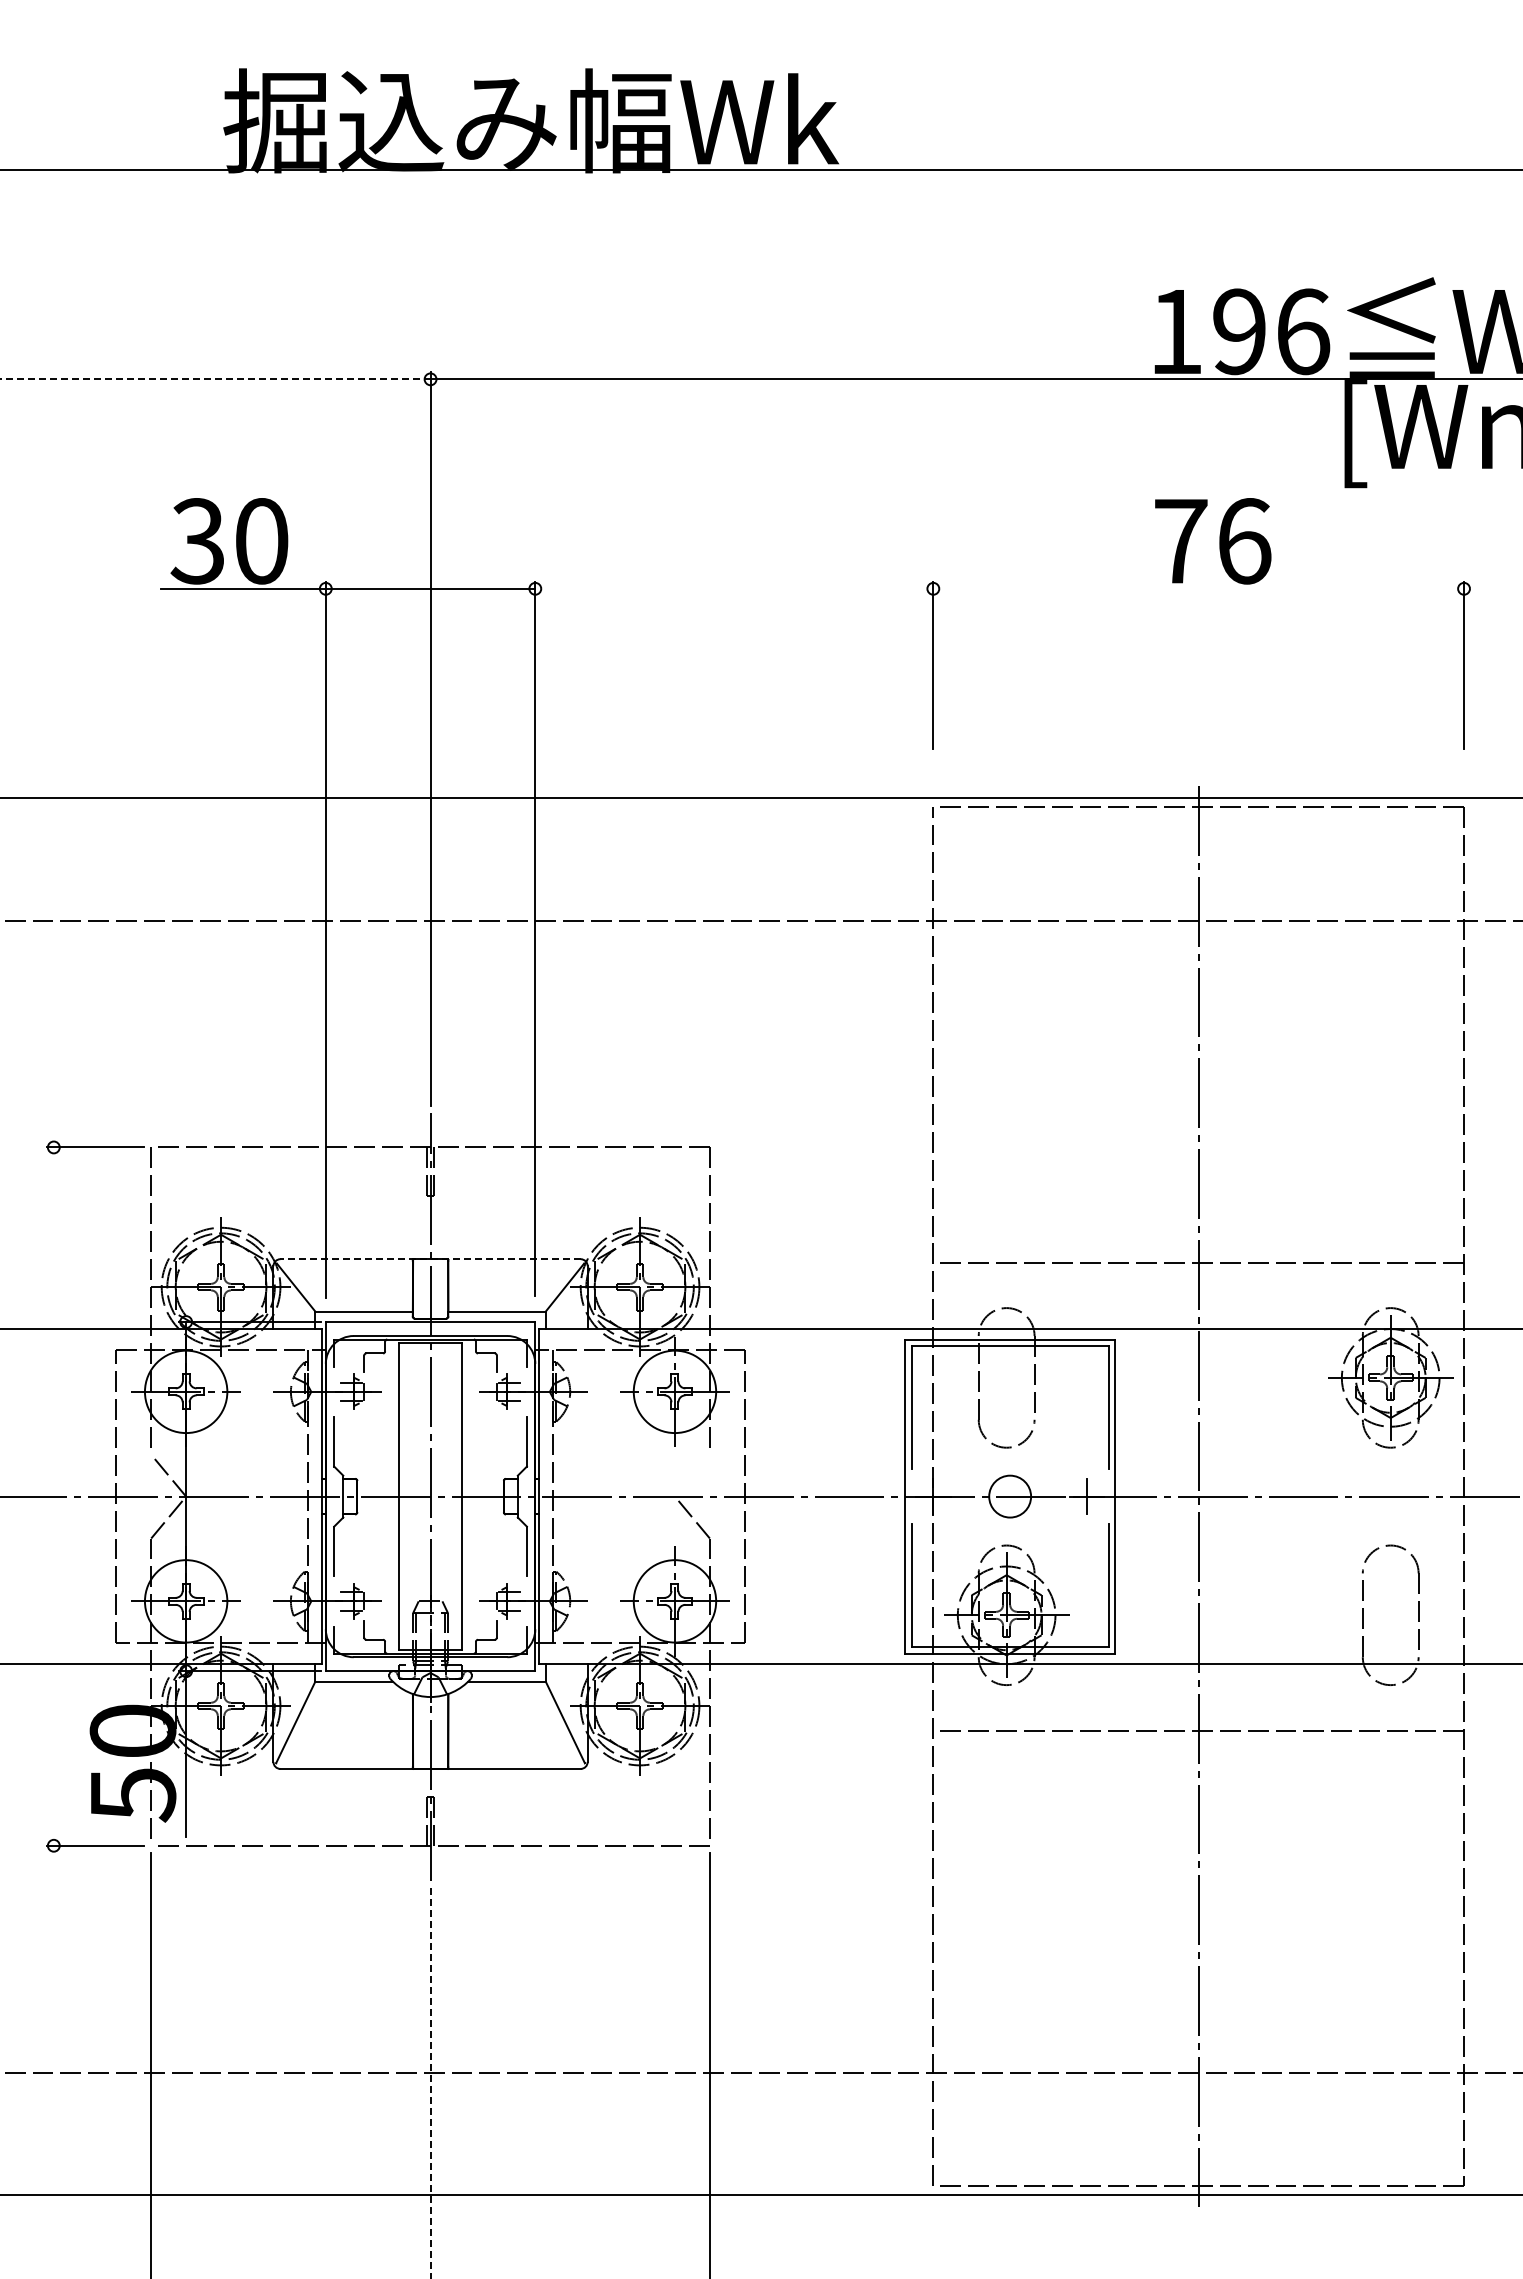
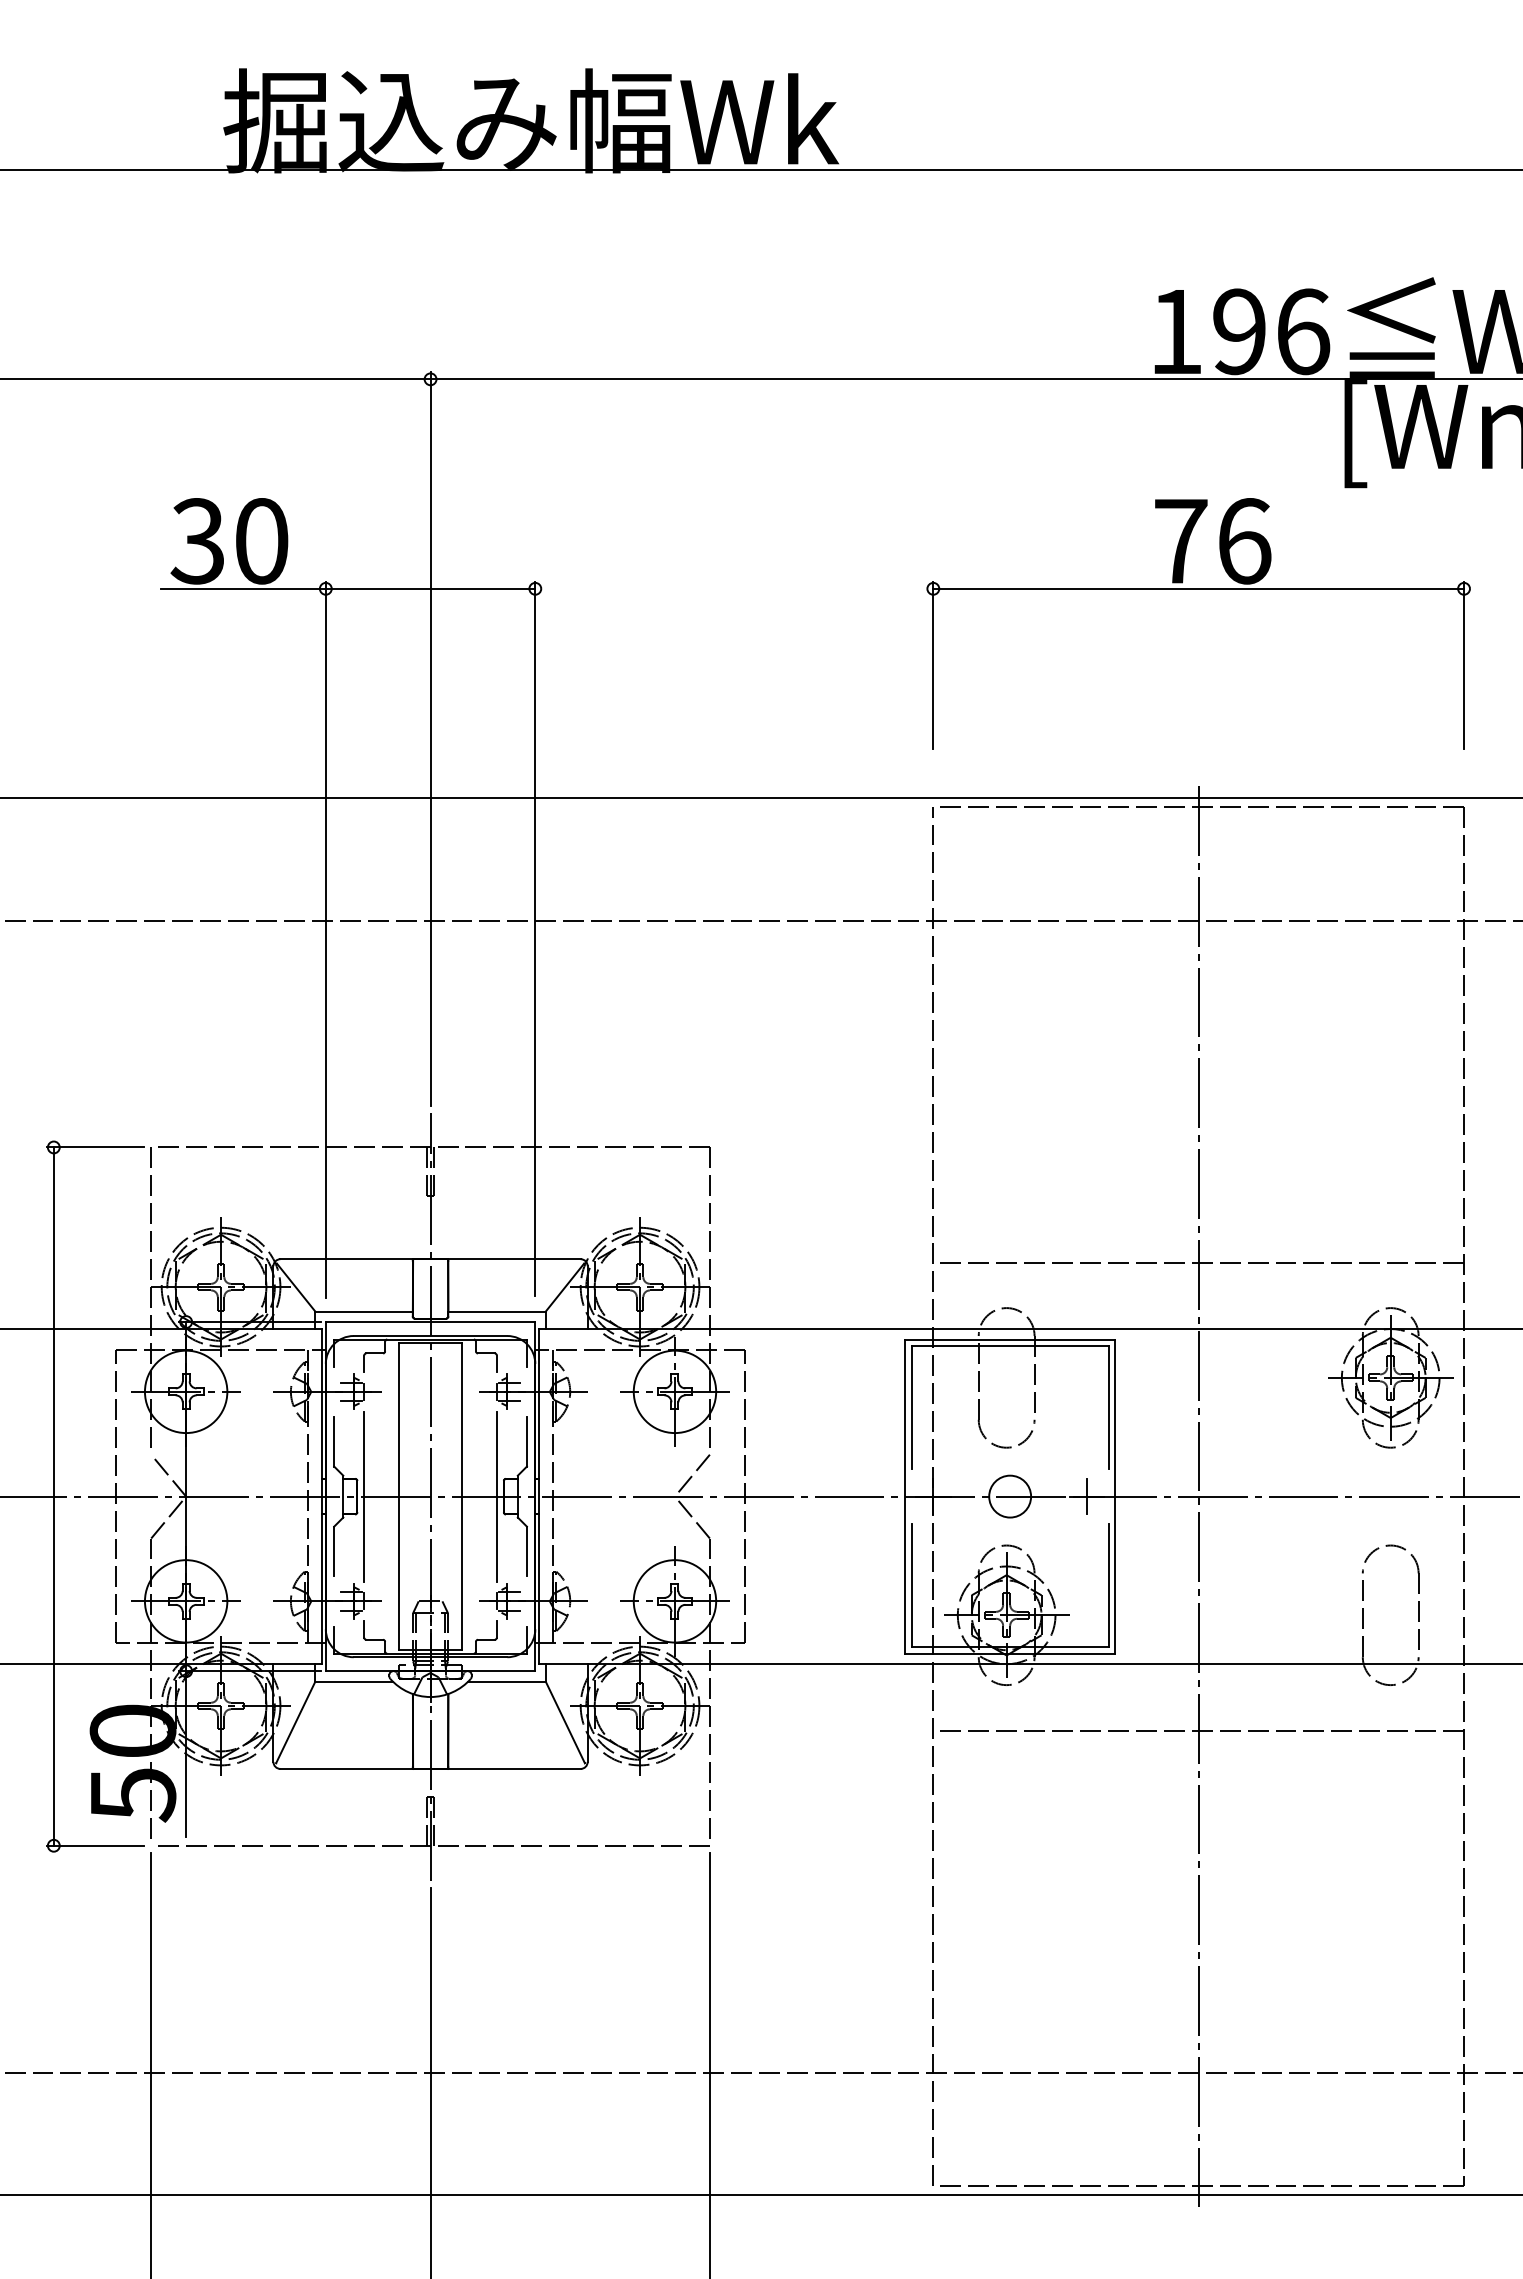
line at (215, 379): dashed -> solid
line at (1198, 588): none -> present
line at (430, 1259): dashed -> solid
line at (691, 1475): none -> present
line at (53, 1496): none -> present
line at (364, 1496): none -> present
line at (496, 1496): none -> present
line at (430, 2083): dashed -> solid
